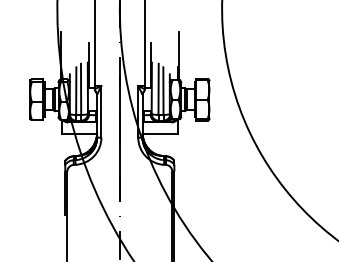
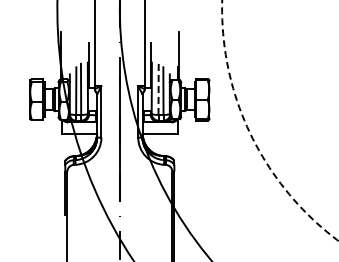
line at (158, 89): solid -> dashed
arc at (252, 137): solid -> dashed
